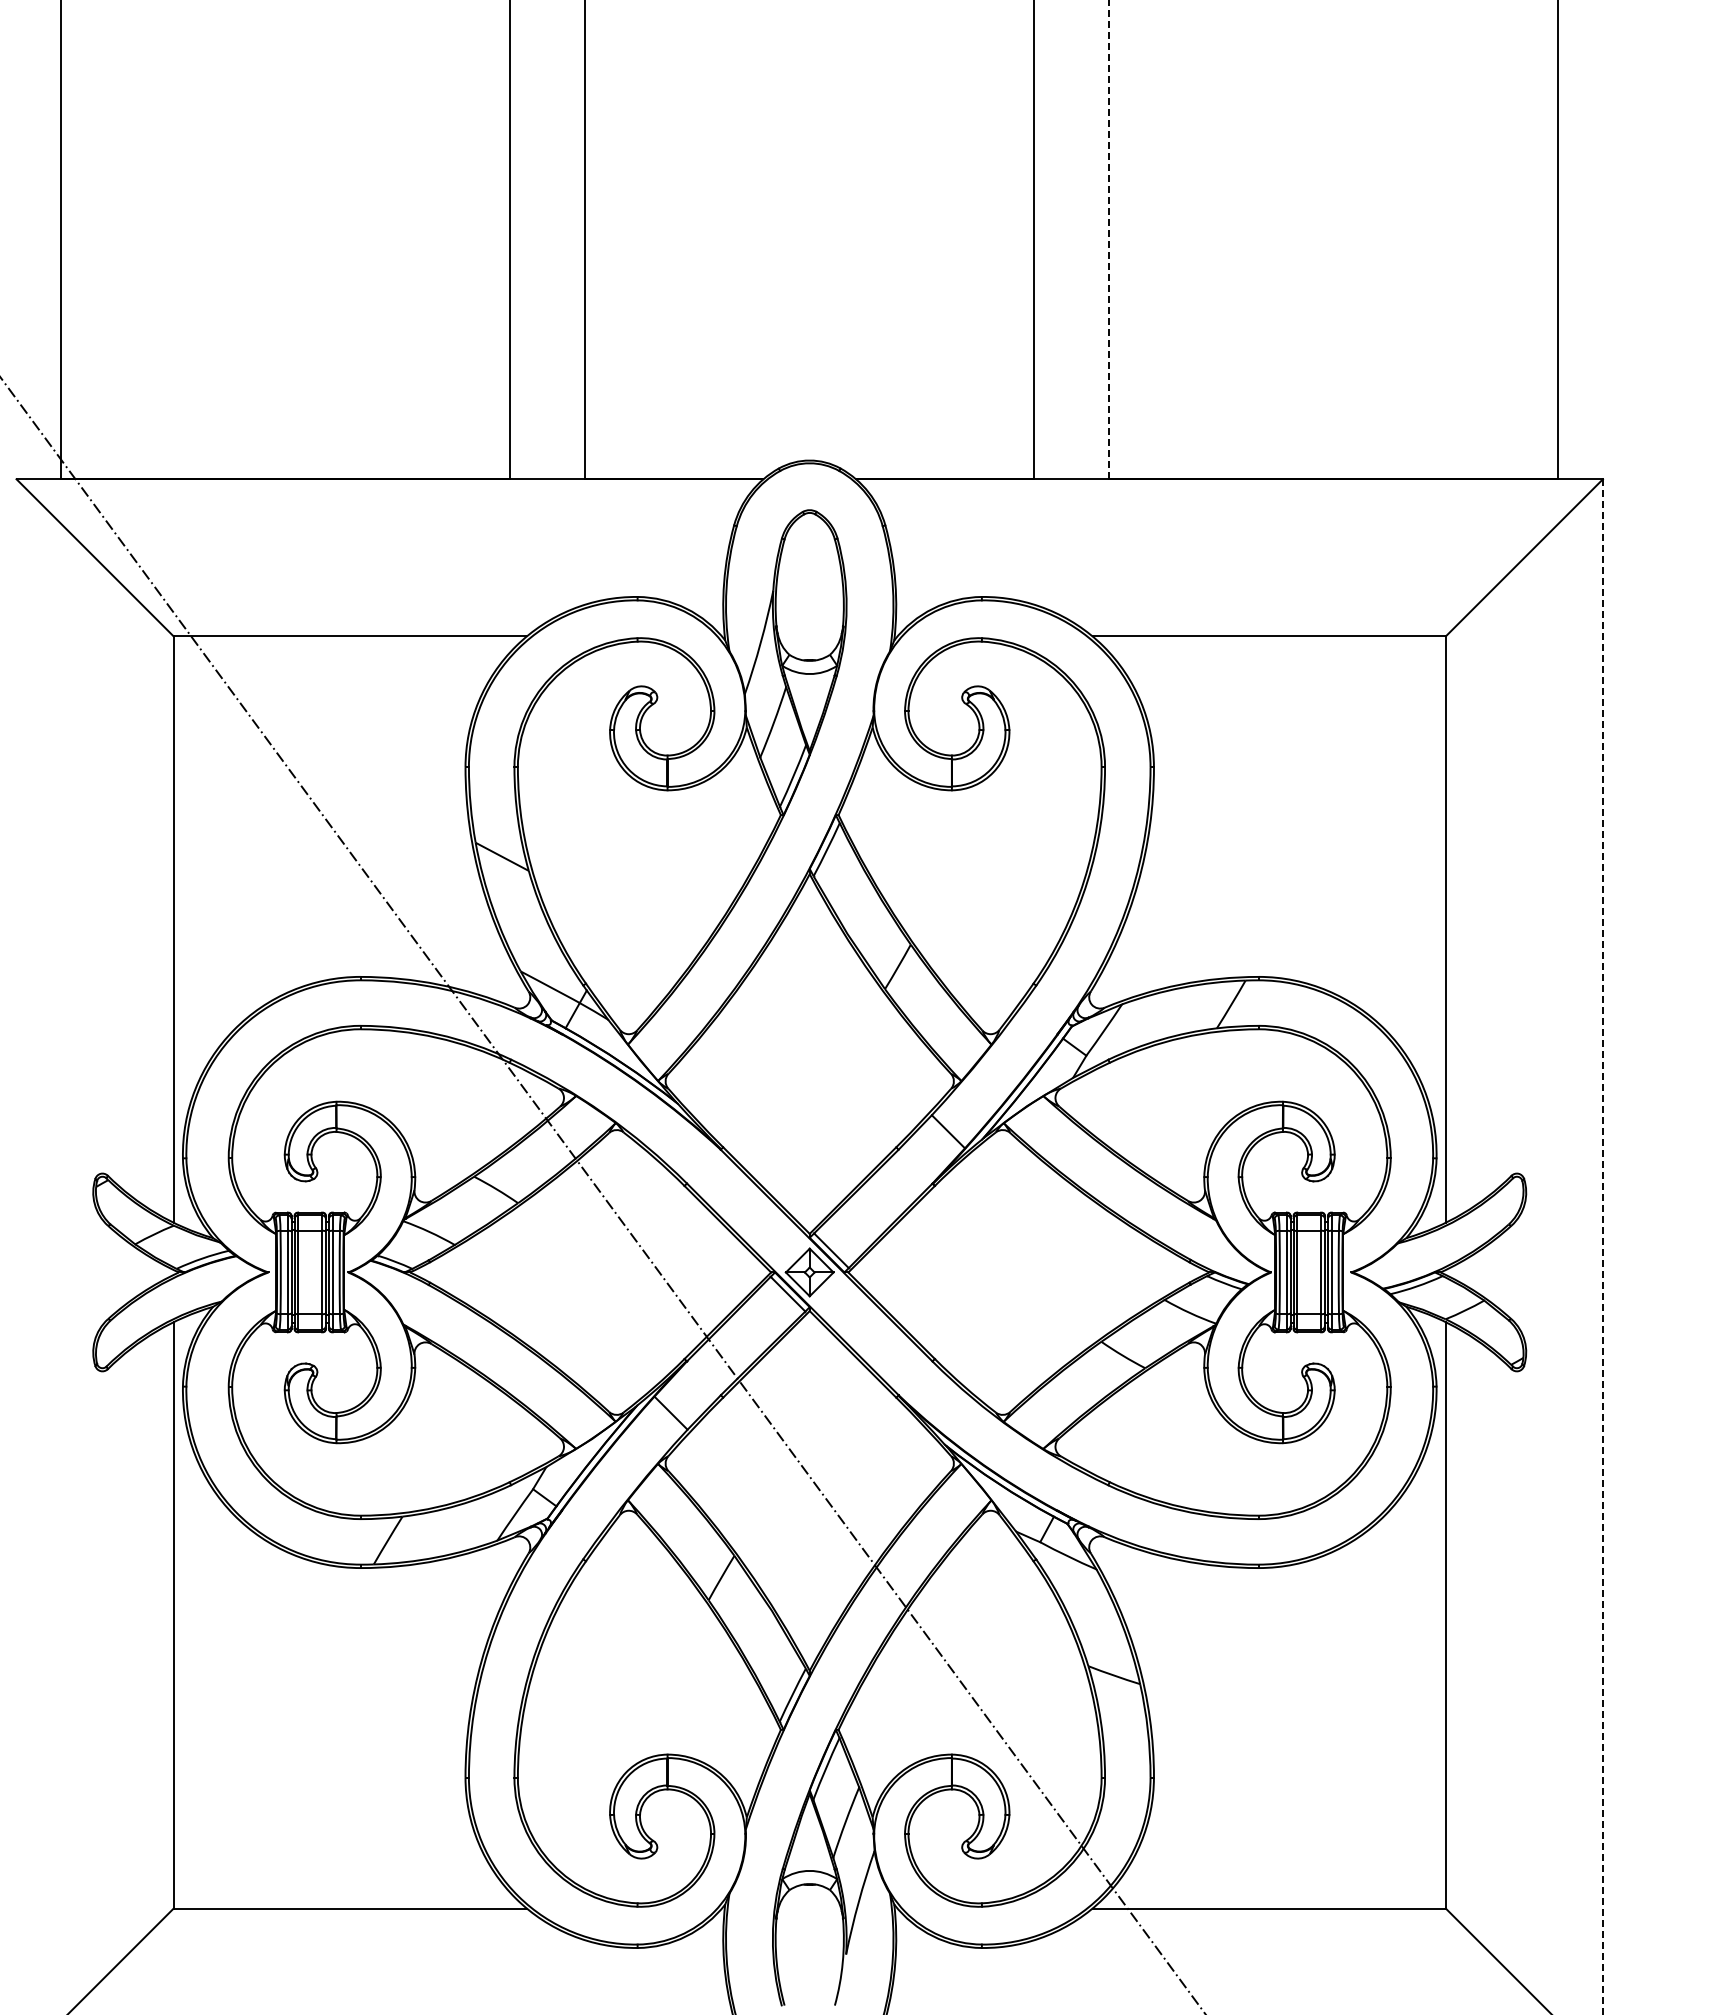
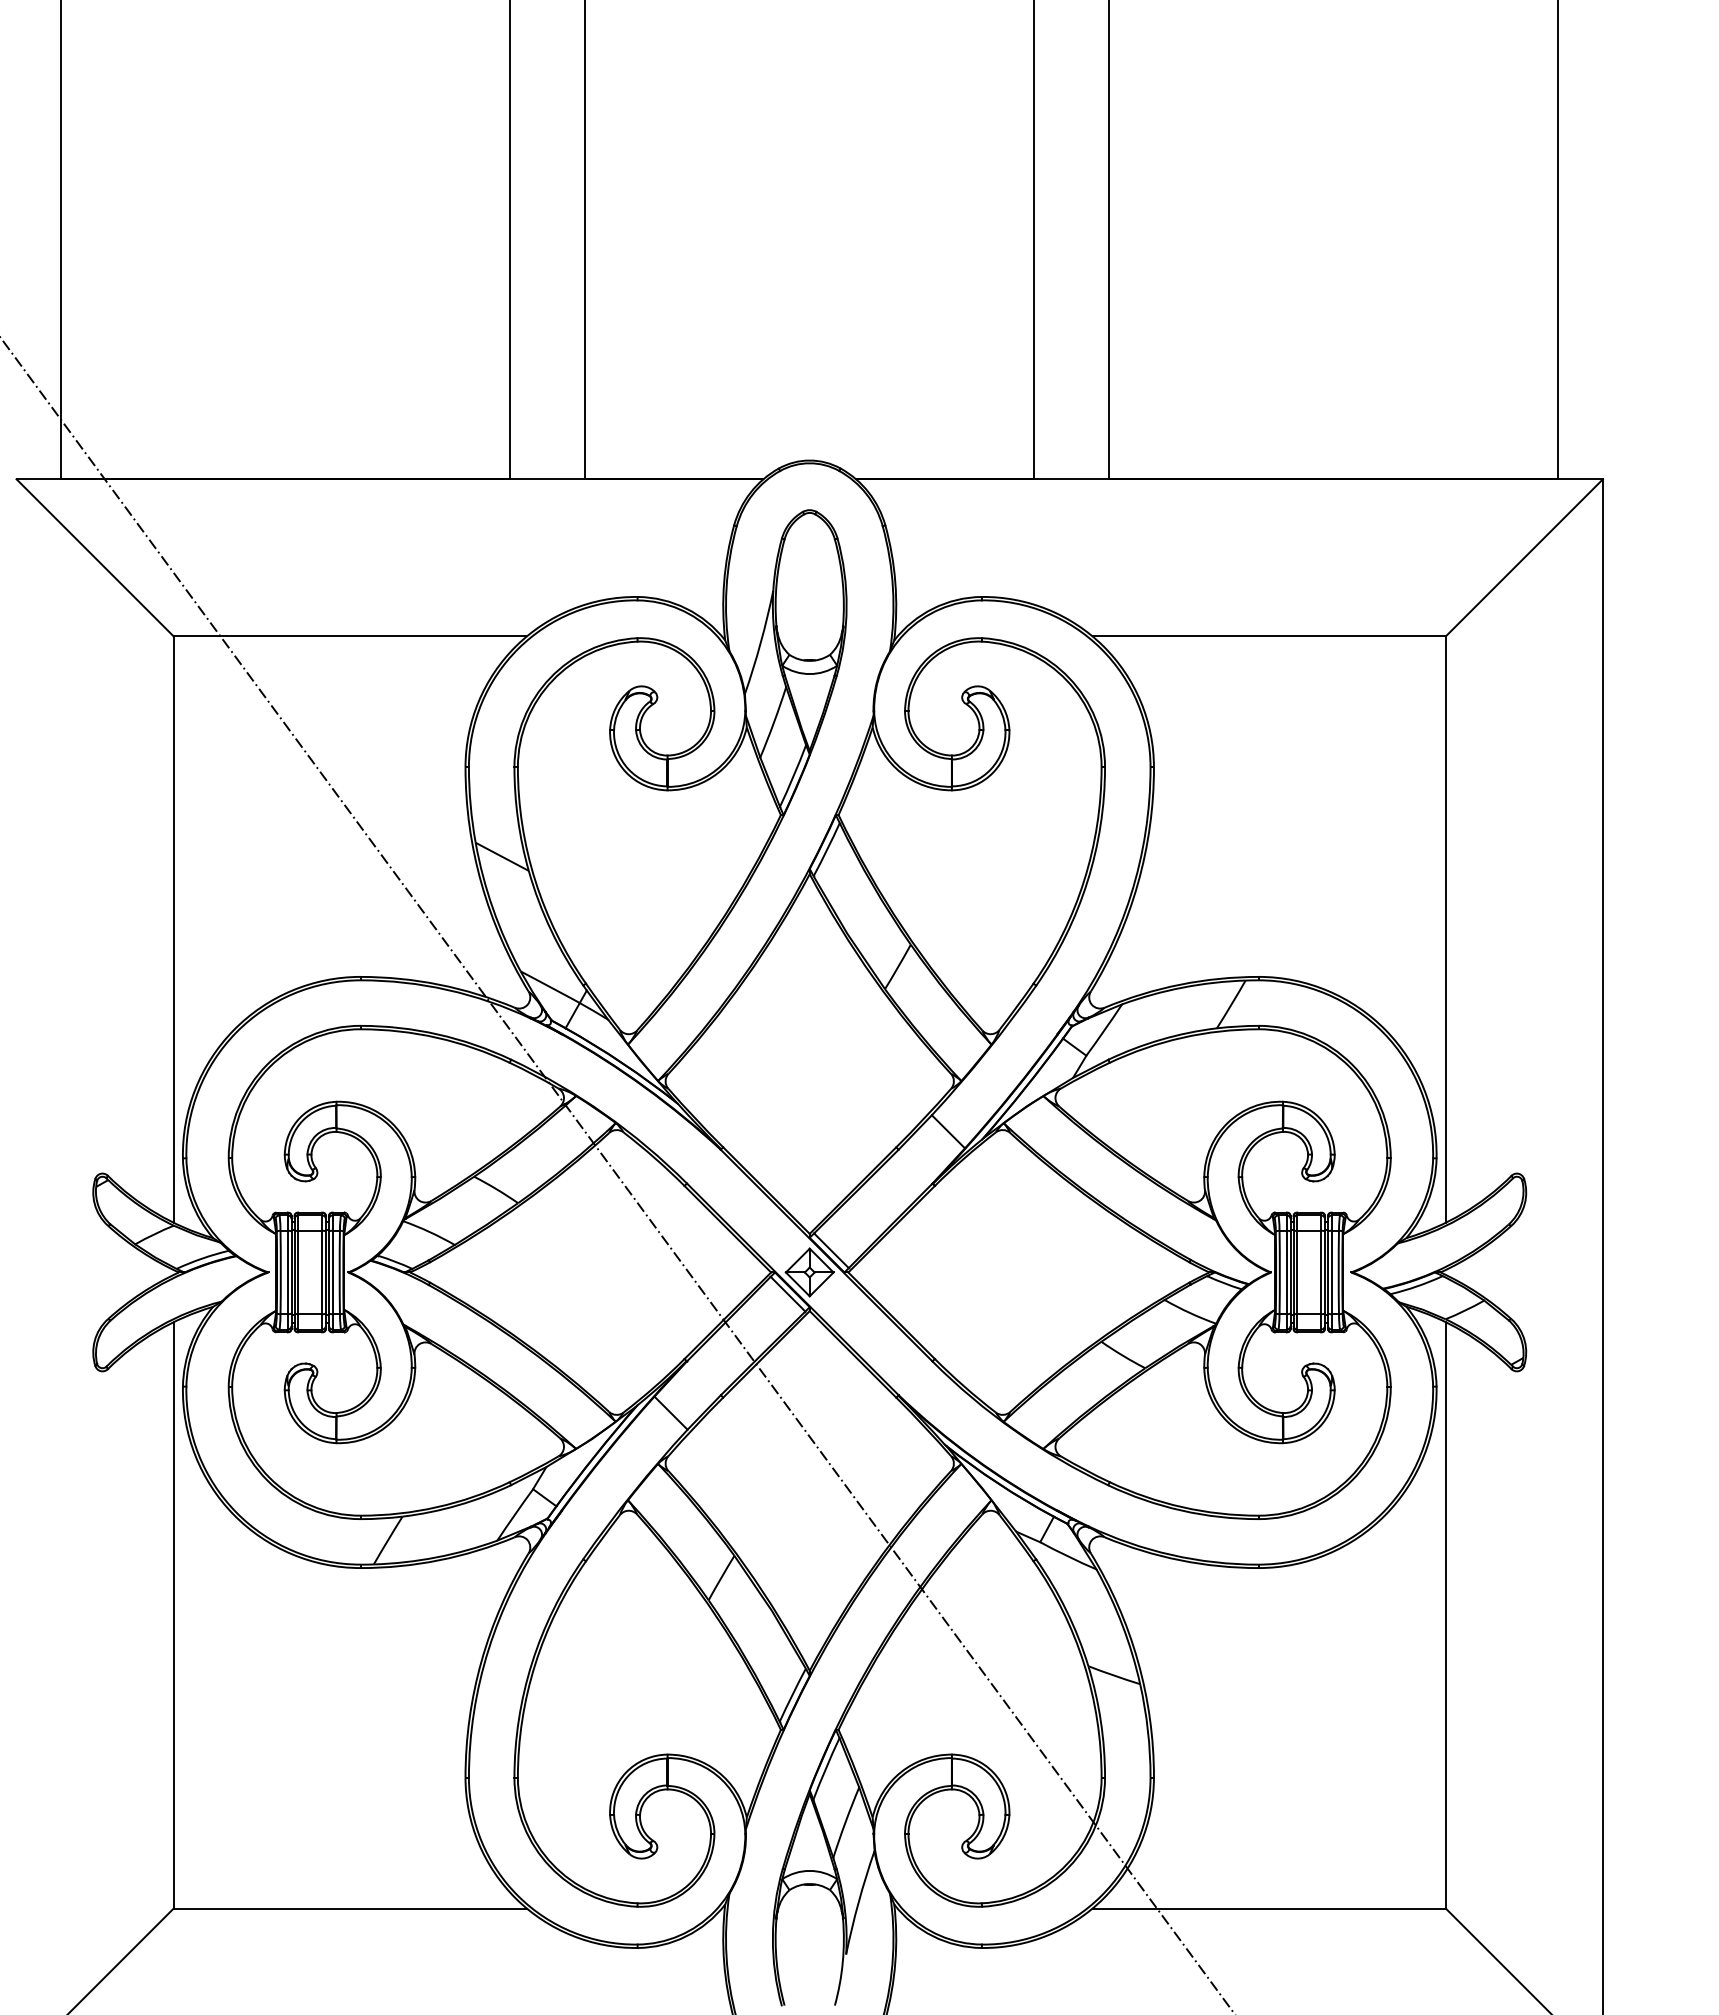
line at (1109, 239): dashed -> solid
line at (602, 1195) position: (602, 1195) -> (617, 1175)
line at (1602, 1246): dashed -> solid
